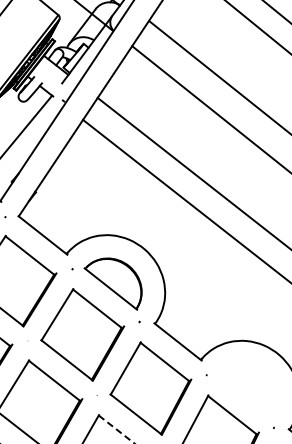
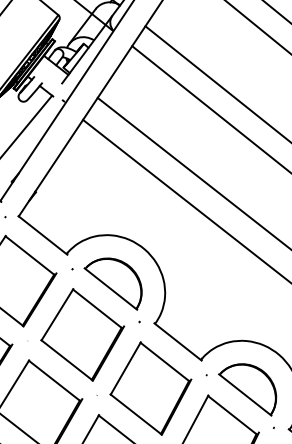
line at (218, 76) position: (218, 76) -> (216, 83)
part at (247, 389): none -> present
line at (116, 429): dashed -> solid
